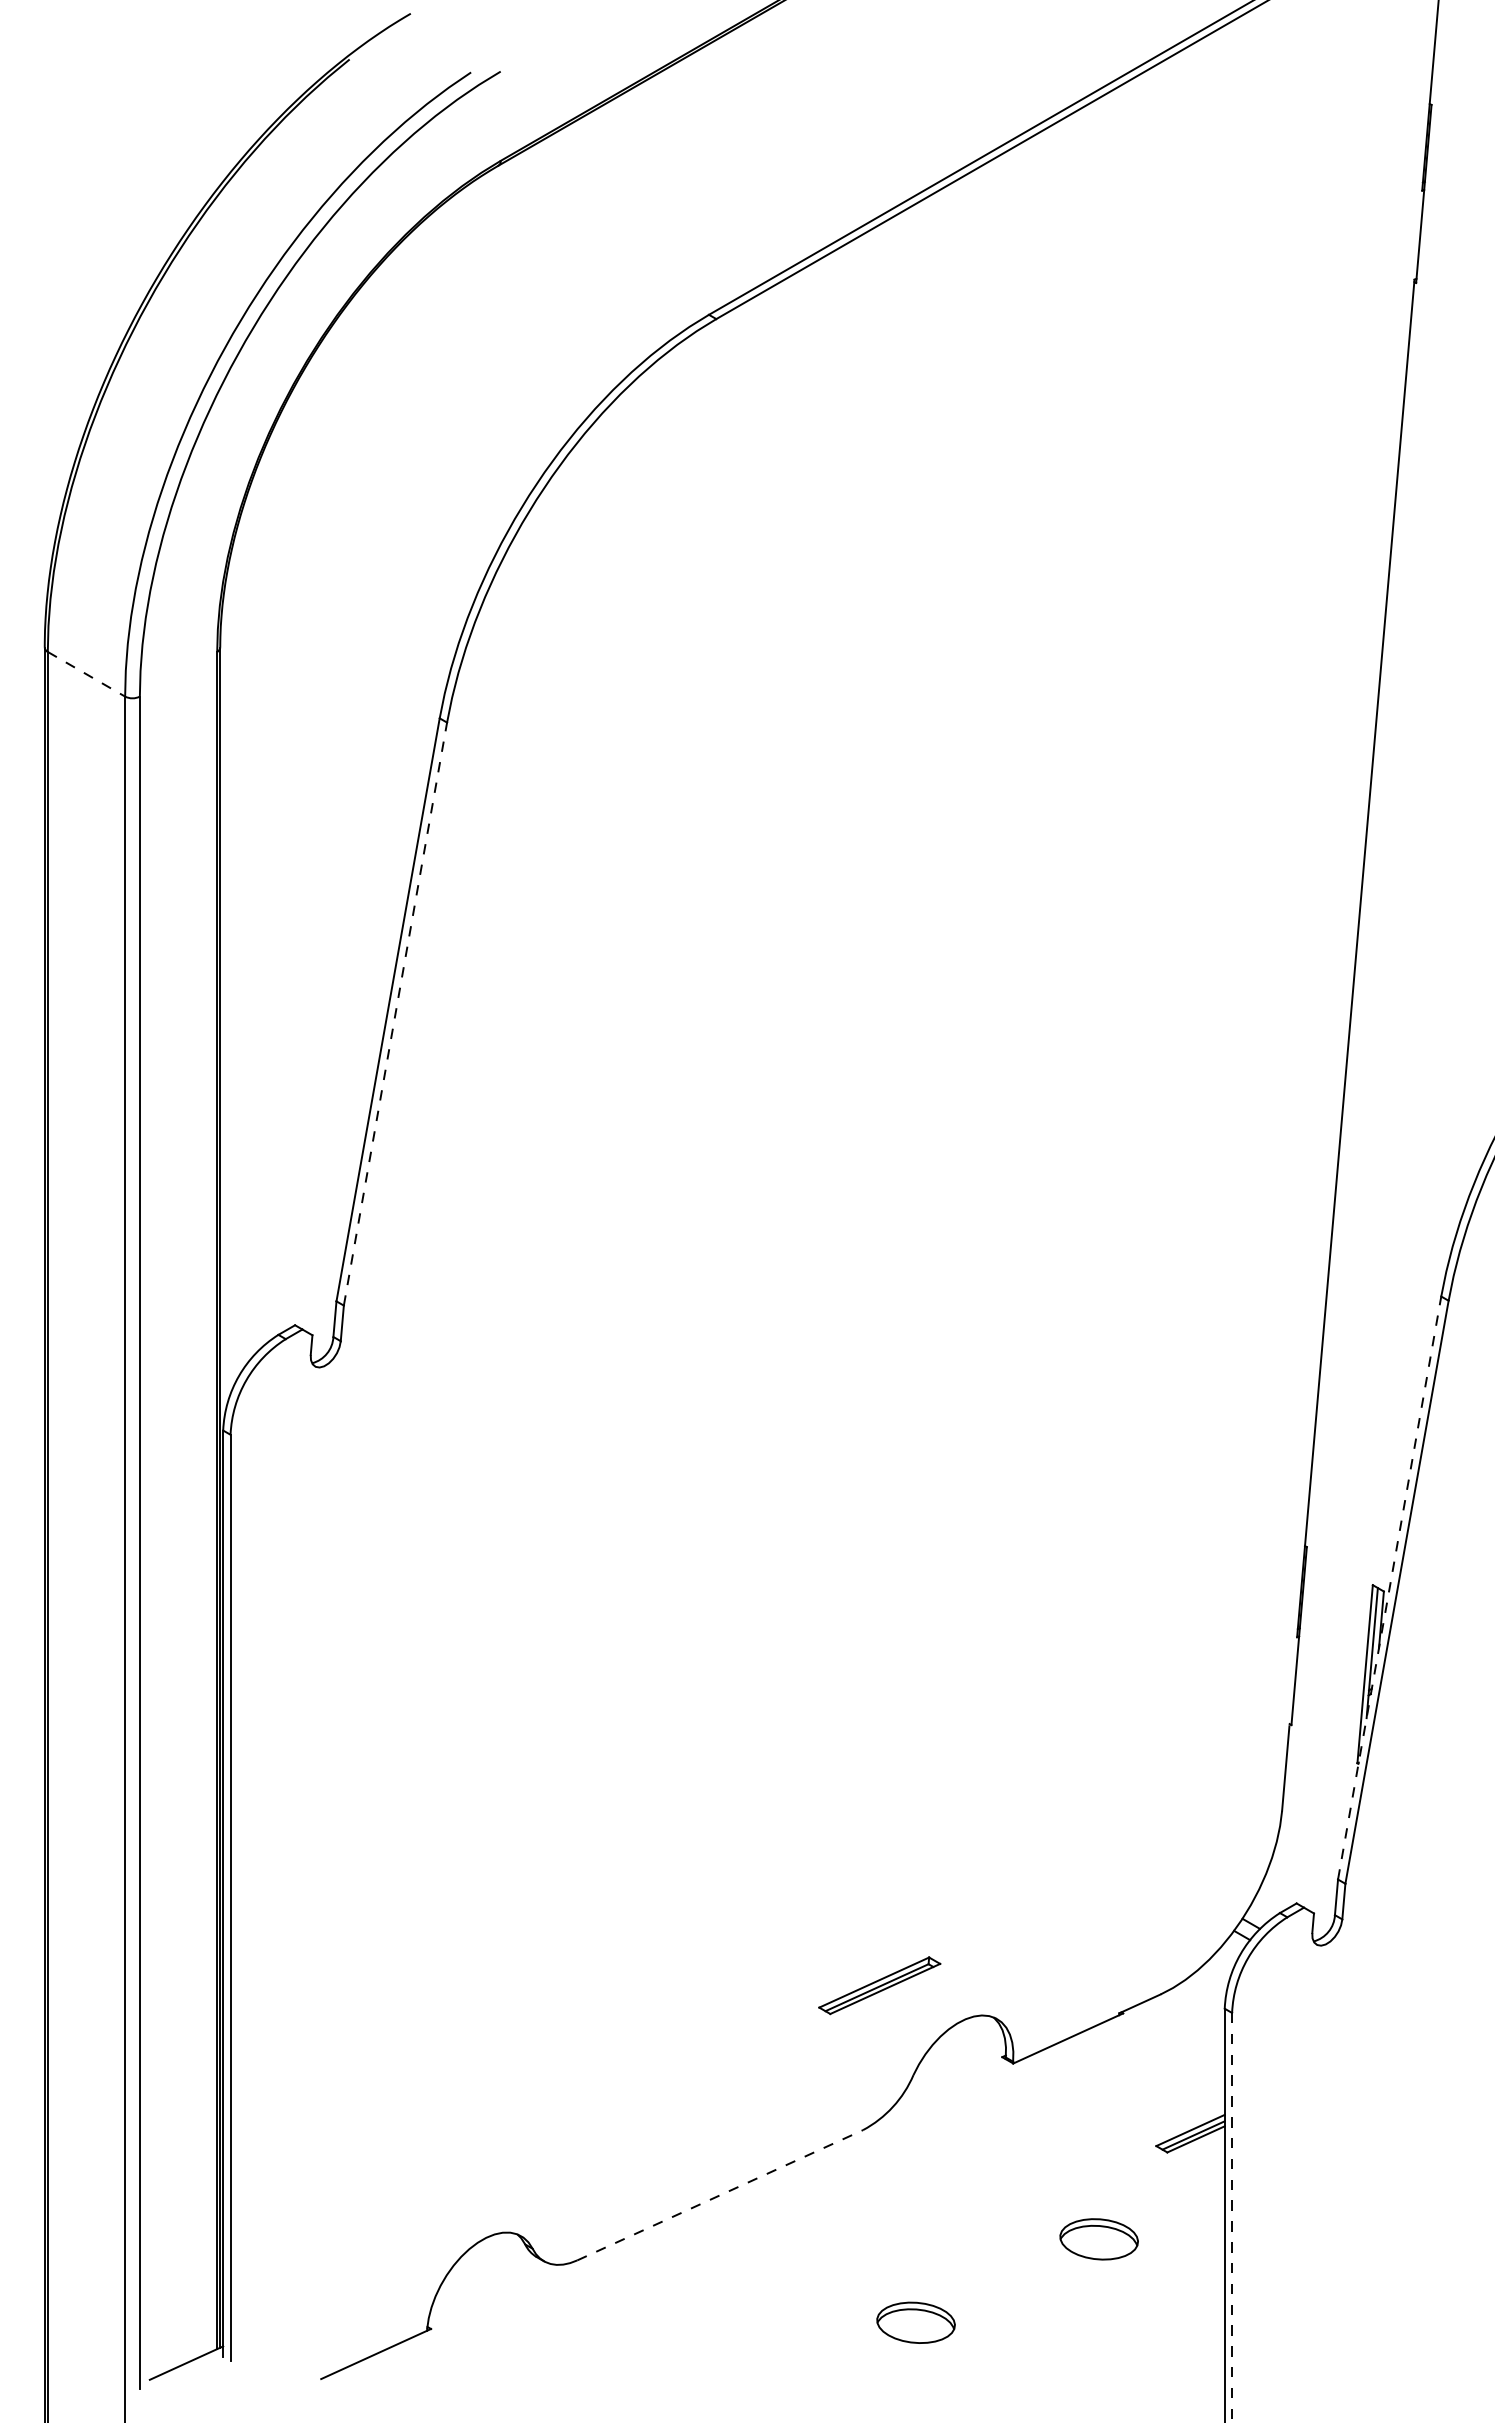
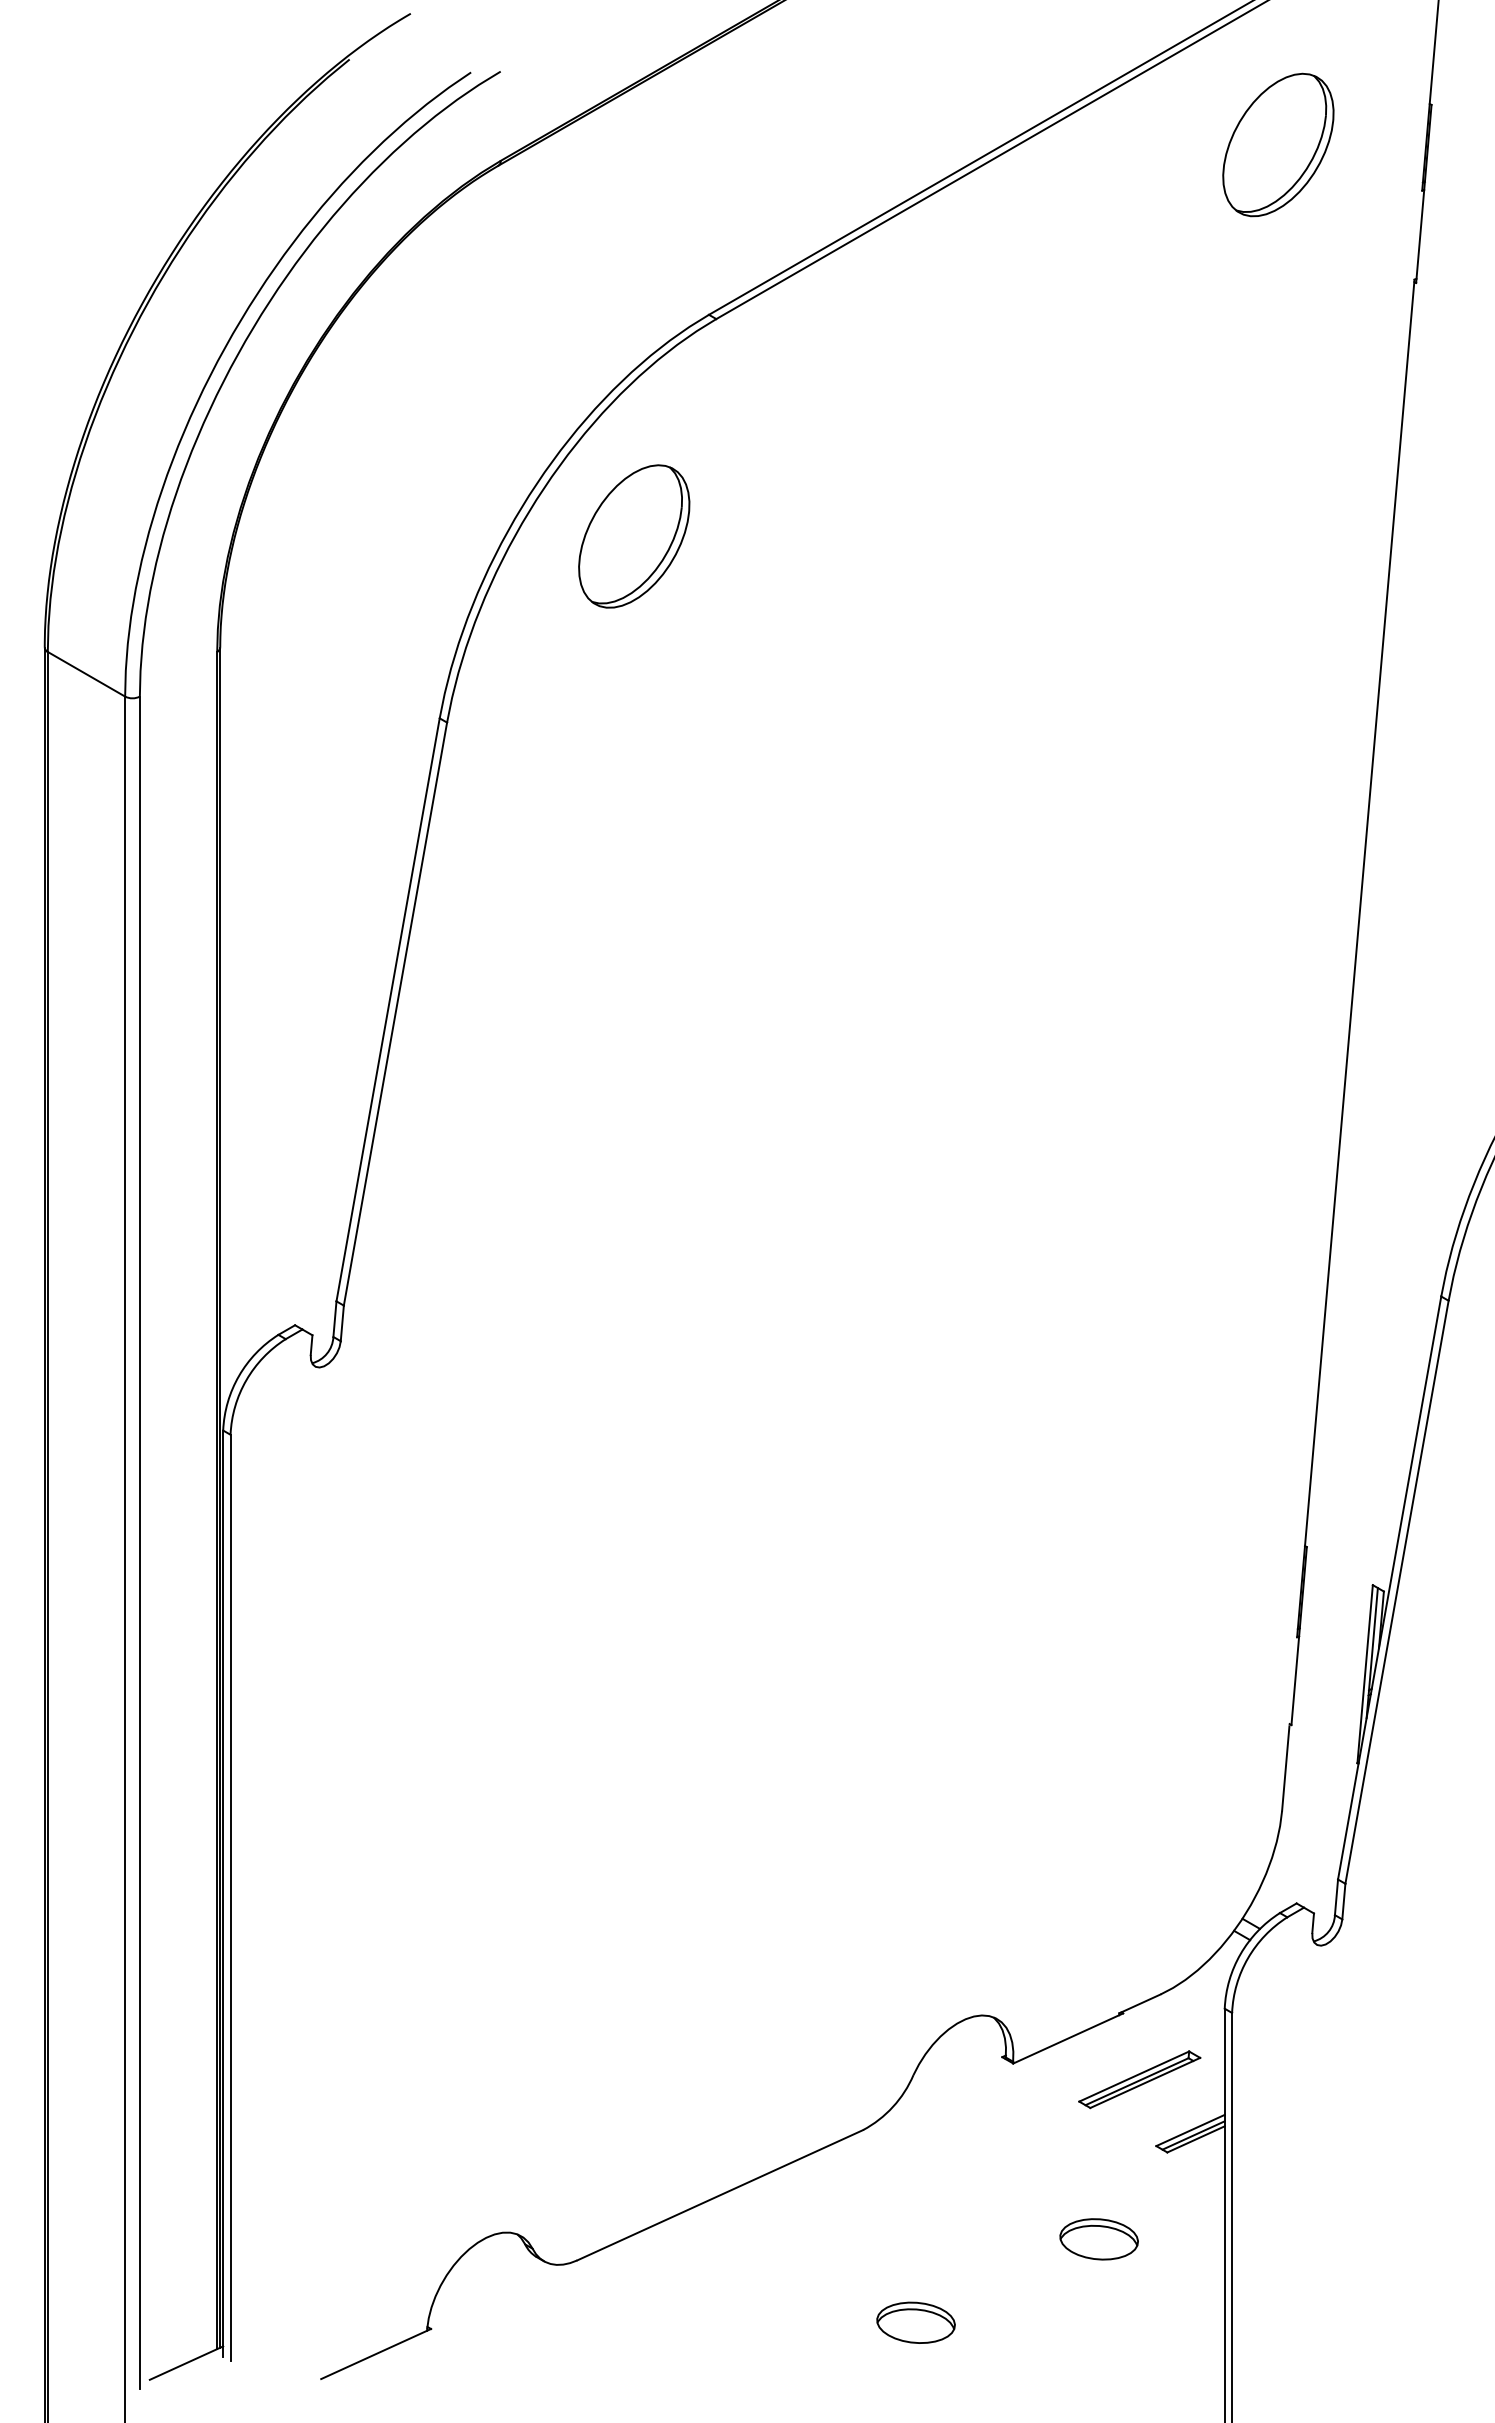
part at (1278, 144): none -> present
part at (634, 536): none -> present
line at (86, 674): dashed -> solid
line at (395, 1013): dashed -> solid
line at (1389, 1587): dashed -> solid
part at (879, 1985) position: (879, 1985) -> (1139, 2079)
line at (720, 2195): dashed -> solid
line at (1232, 2217): dashed -> solid
